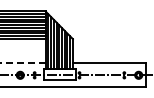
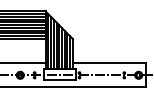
line at (22, 63): dashed -> solid
